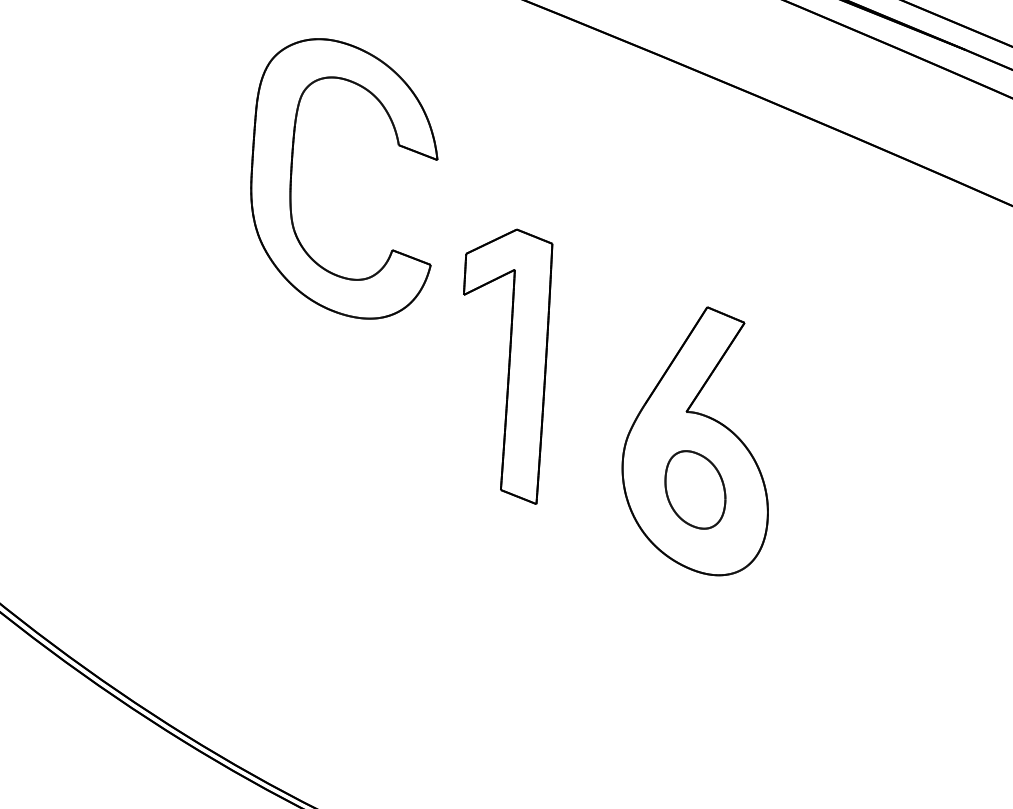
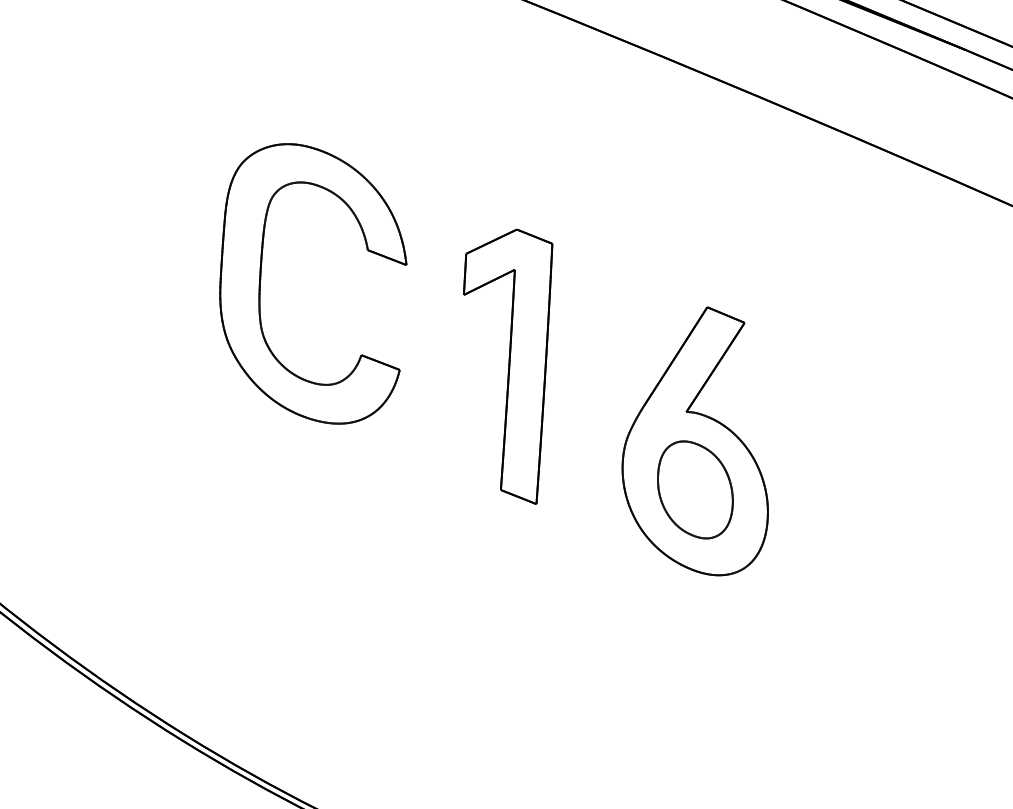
part at (292, 174) position: (292, 174) -> (261, 279)
part at (695, 489) size: 63x80 px -> 77x100 px
